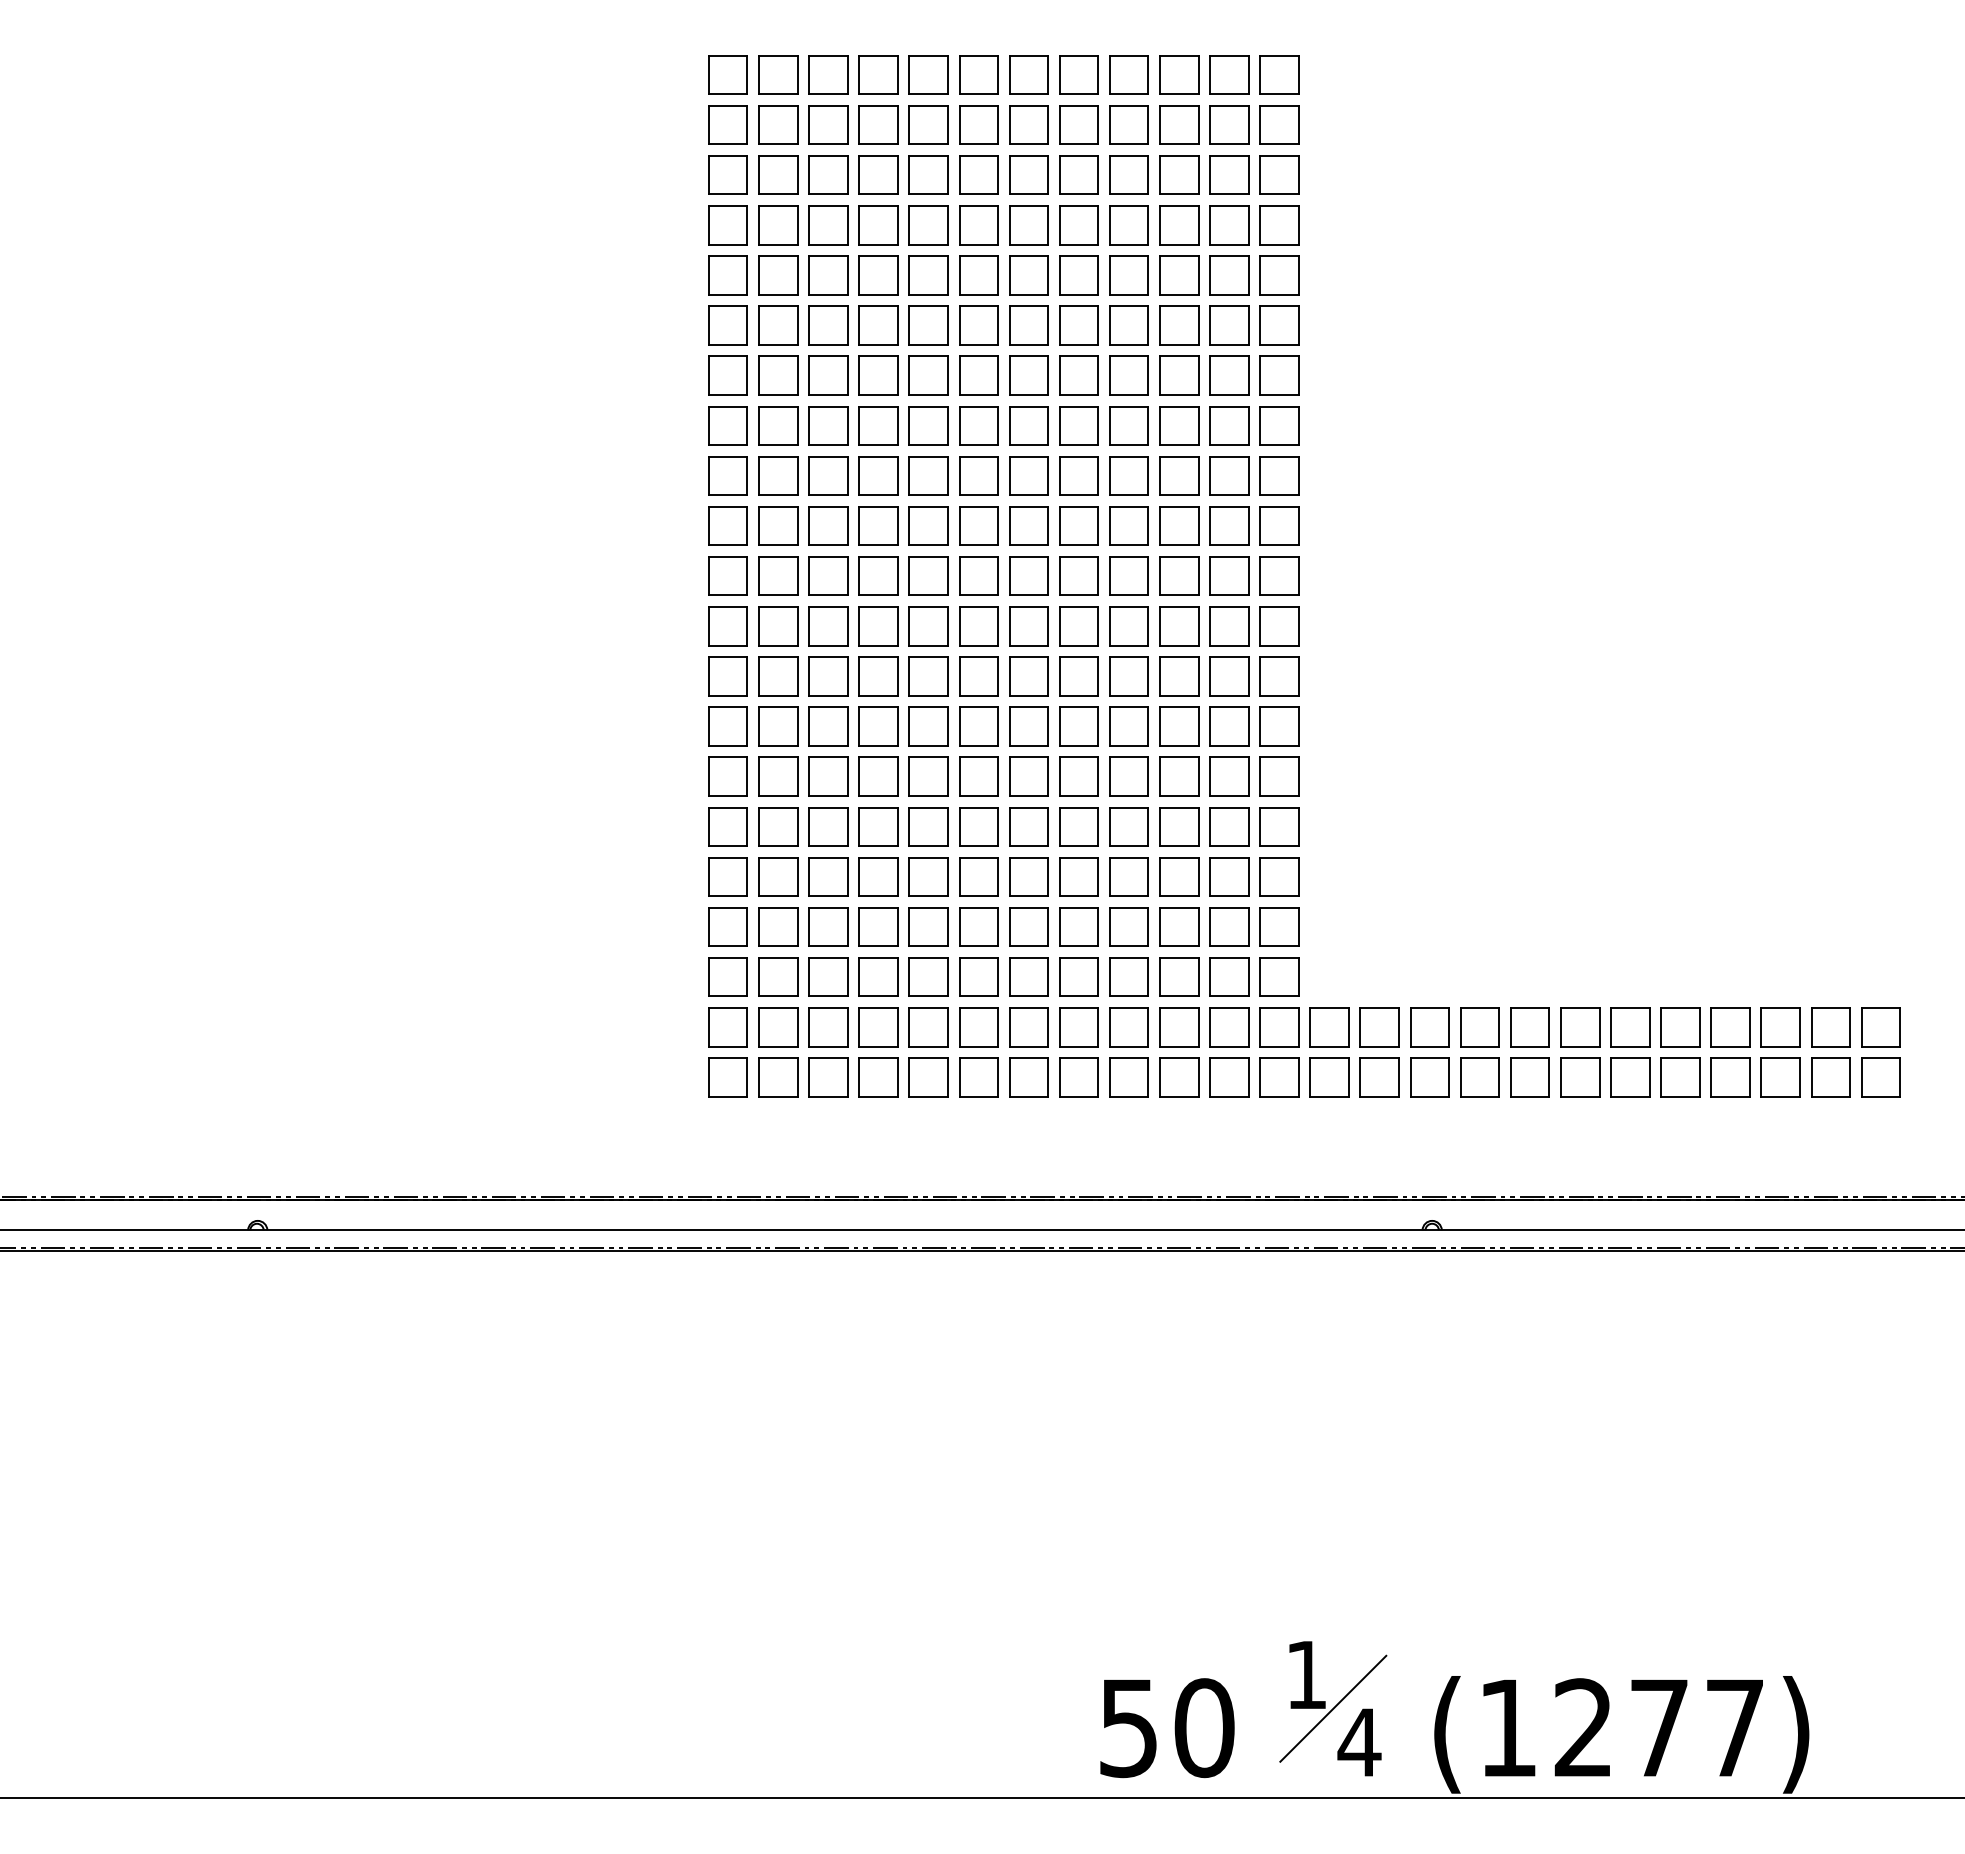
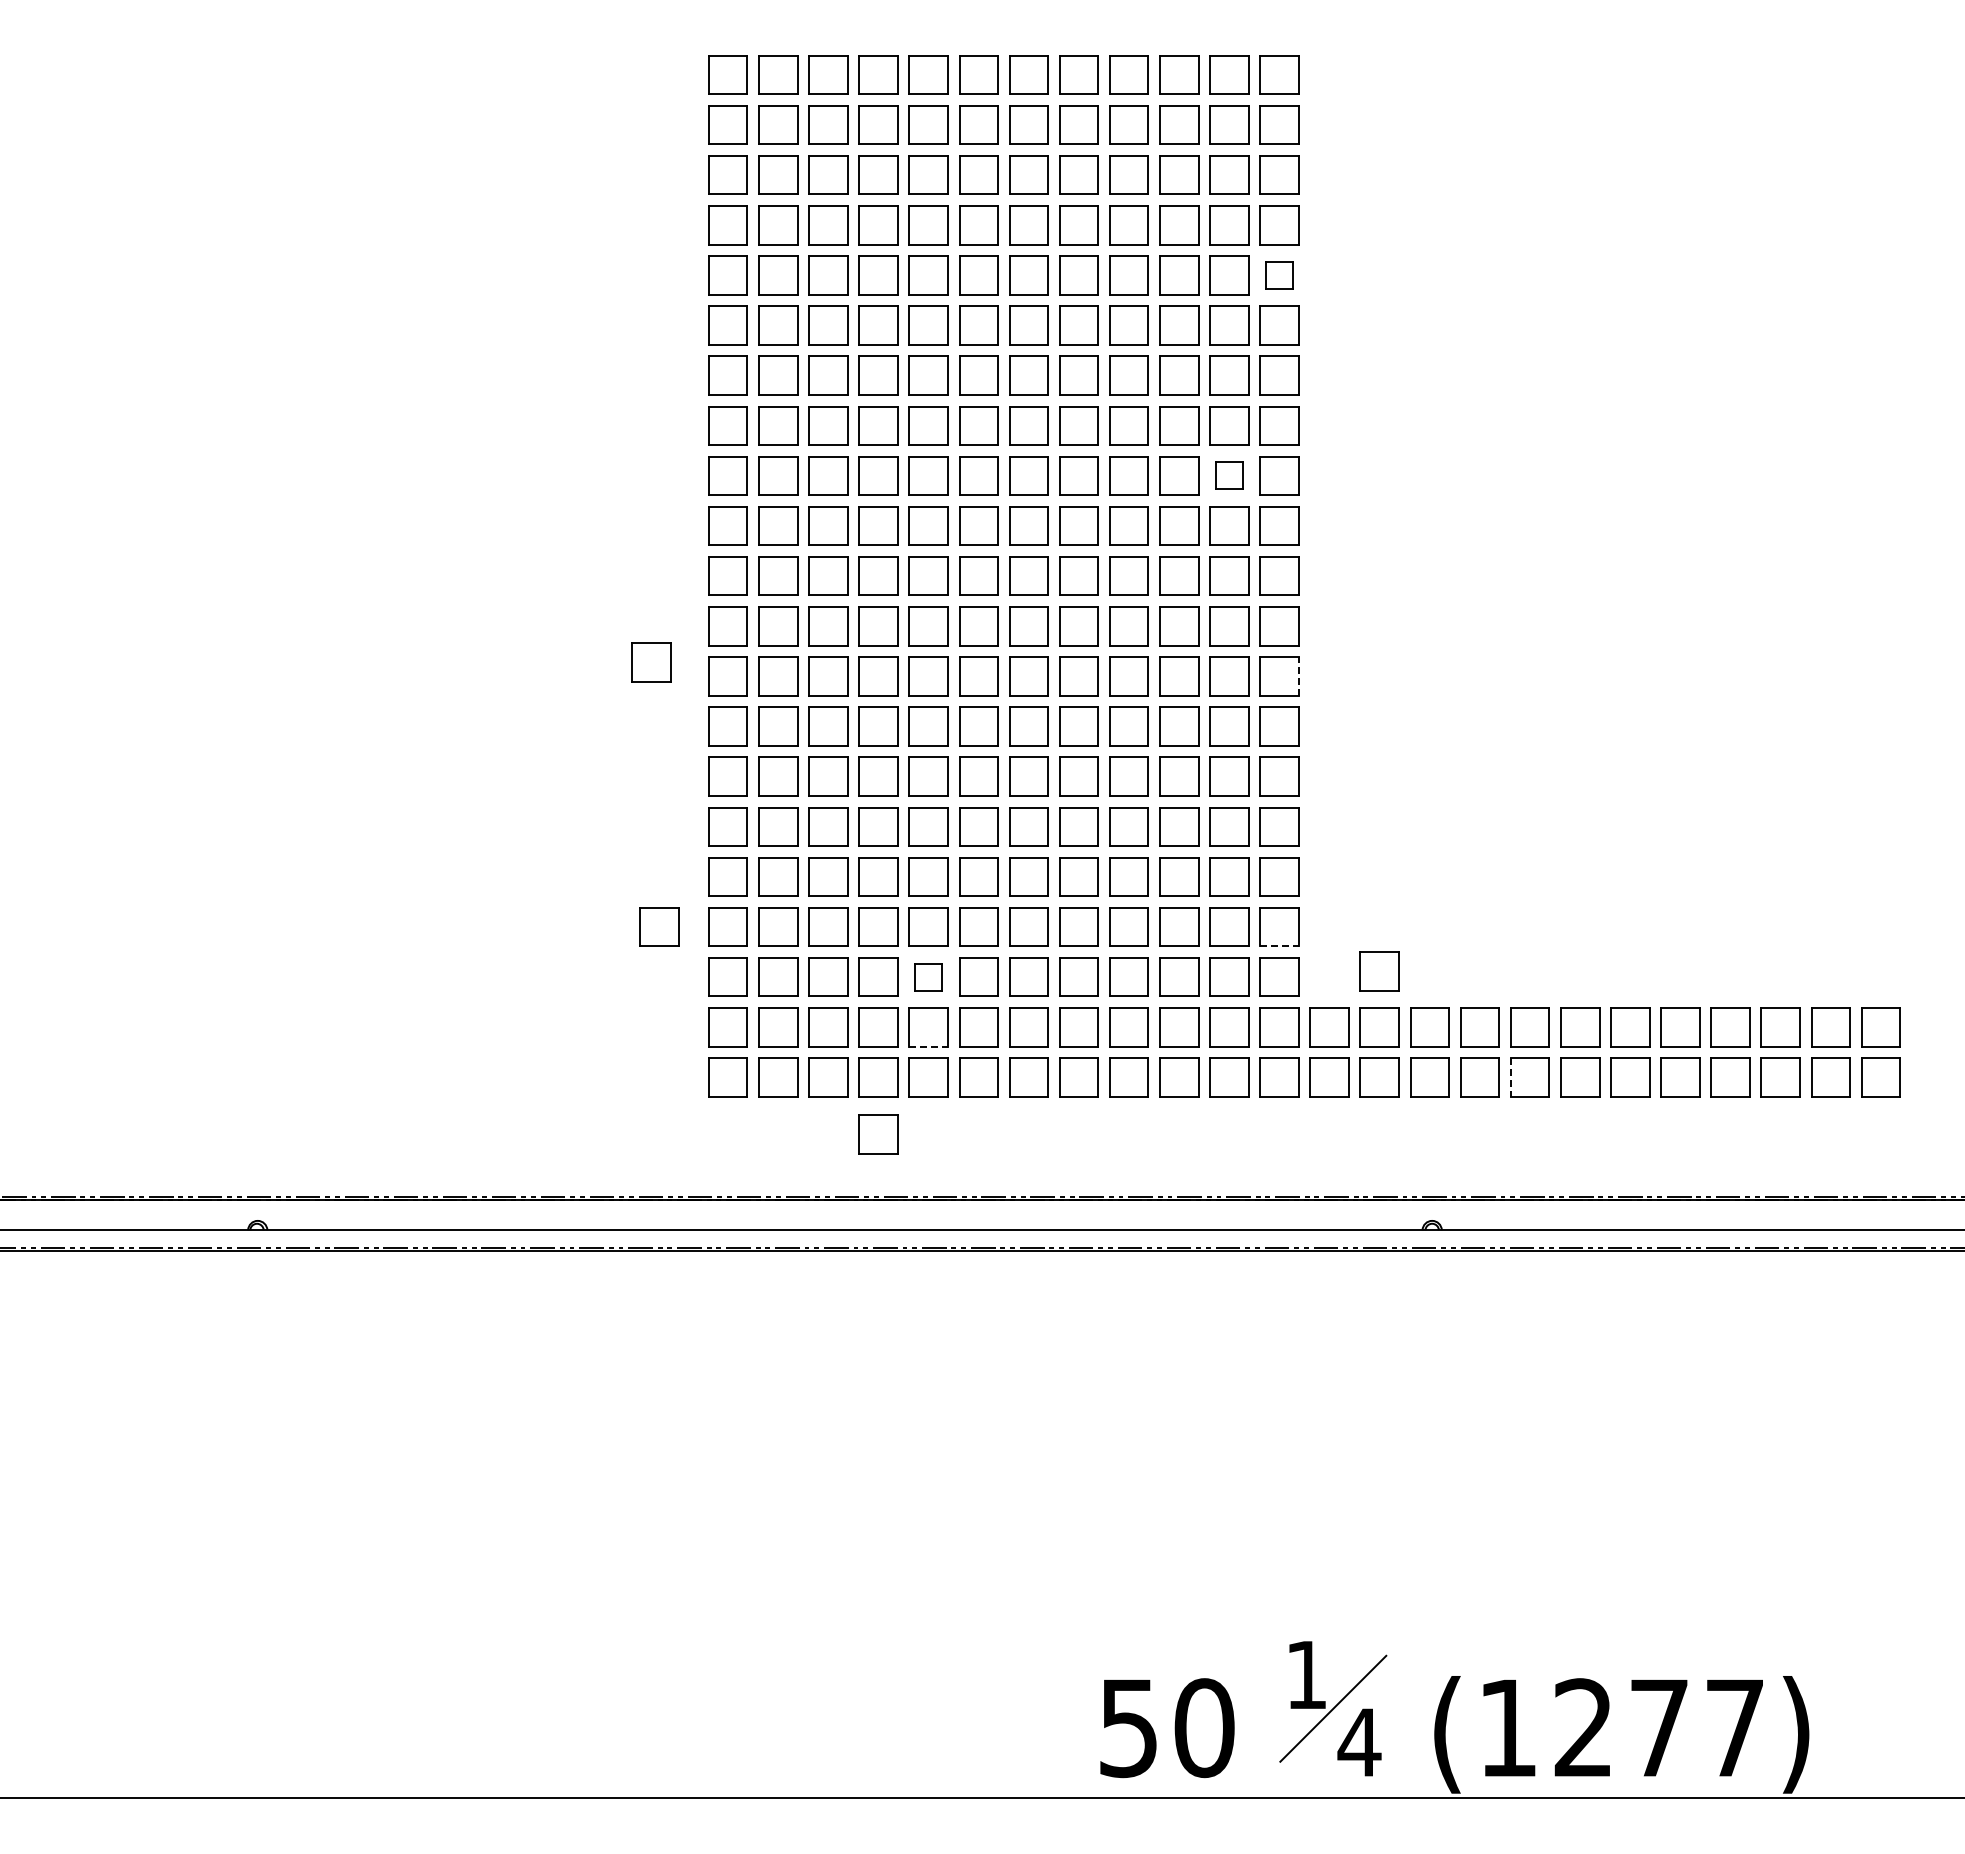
part at (1279, 275) size: 41x41 px -> 29x29 px
part at (1229, 475) size: 41x40 px -> 29x29 px
part at (651, 662): none -> present
line at (1298, 675): solid -> dashed
part at (659, 926): none -> present
line at (1280, 946): solid -> dashed
part at (1379, 971): none -> present
part at (928, 976) size: 41x40 px -> 29x29 px
line at (929, 1046): solid -> dashed
line at (1510, 1077): solid -> dashed
part at (878, 1134): none -> present
